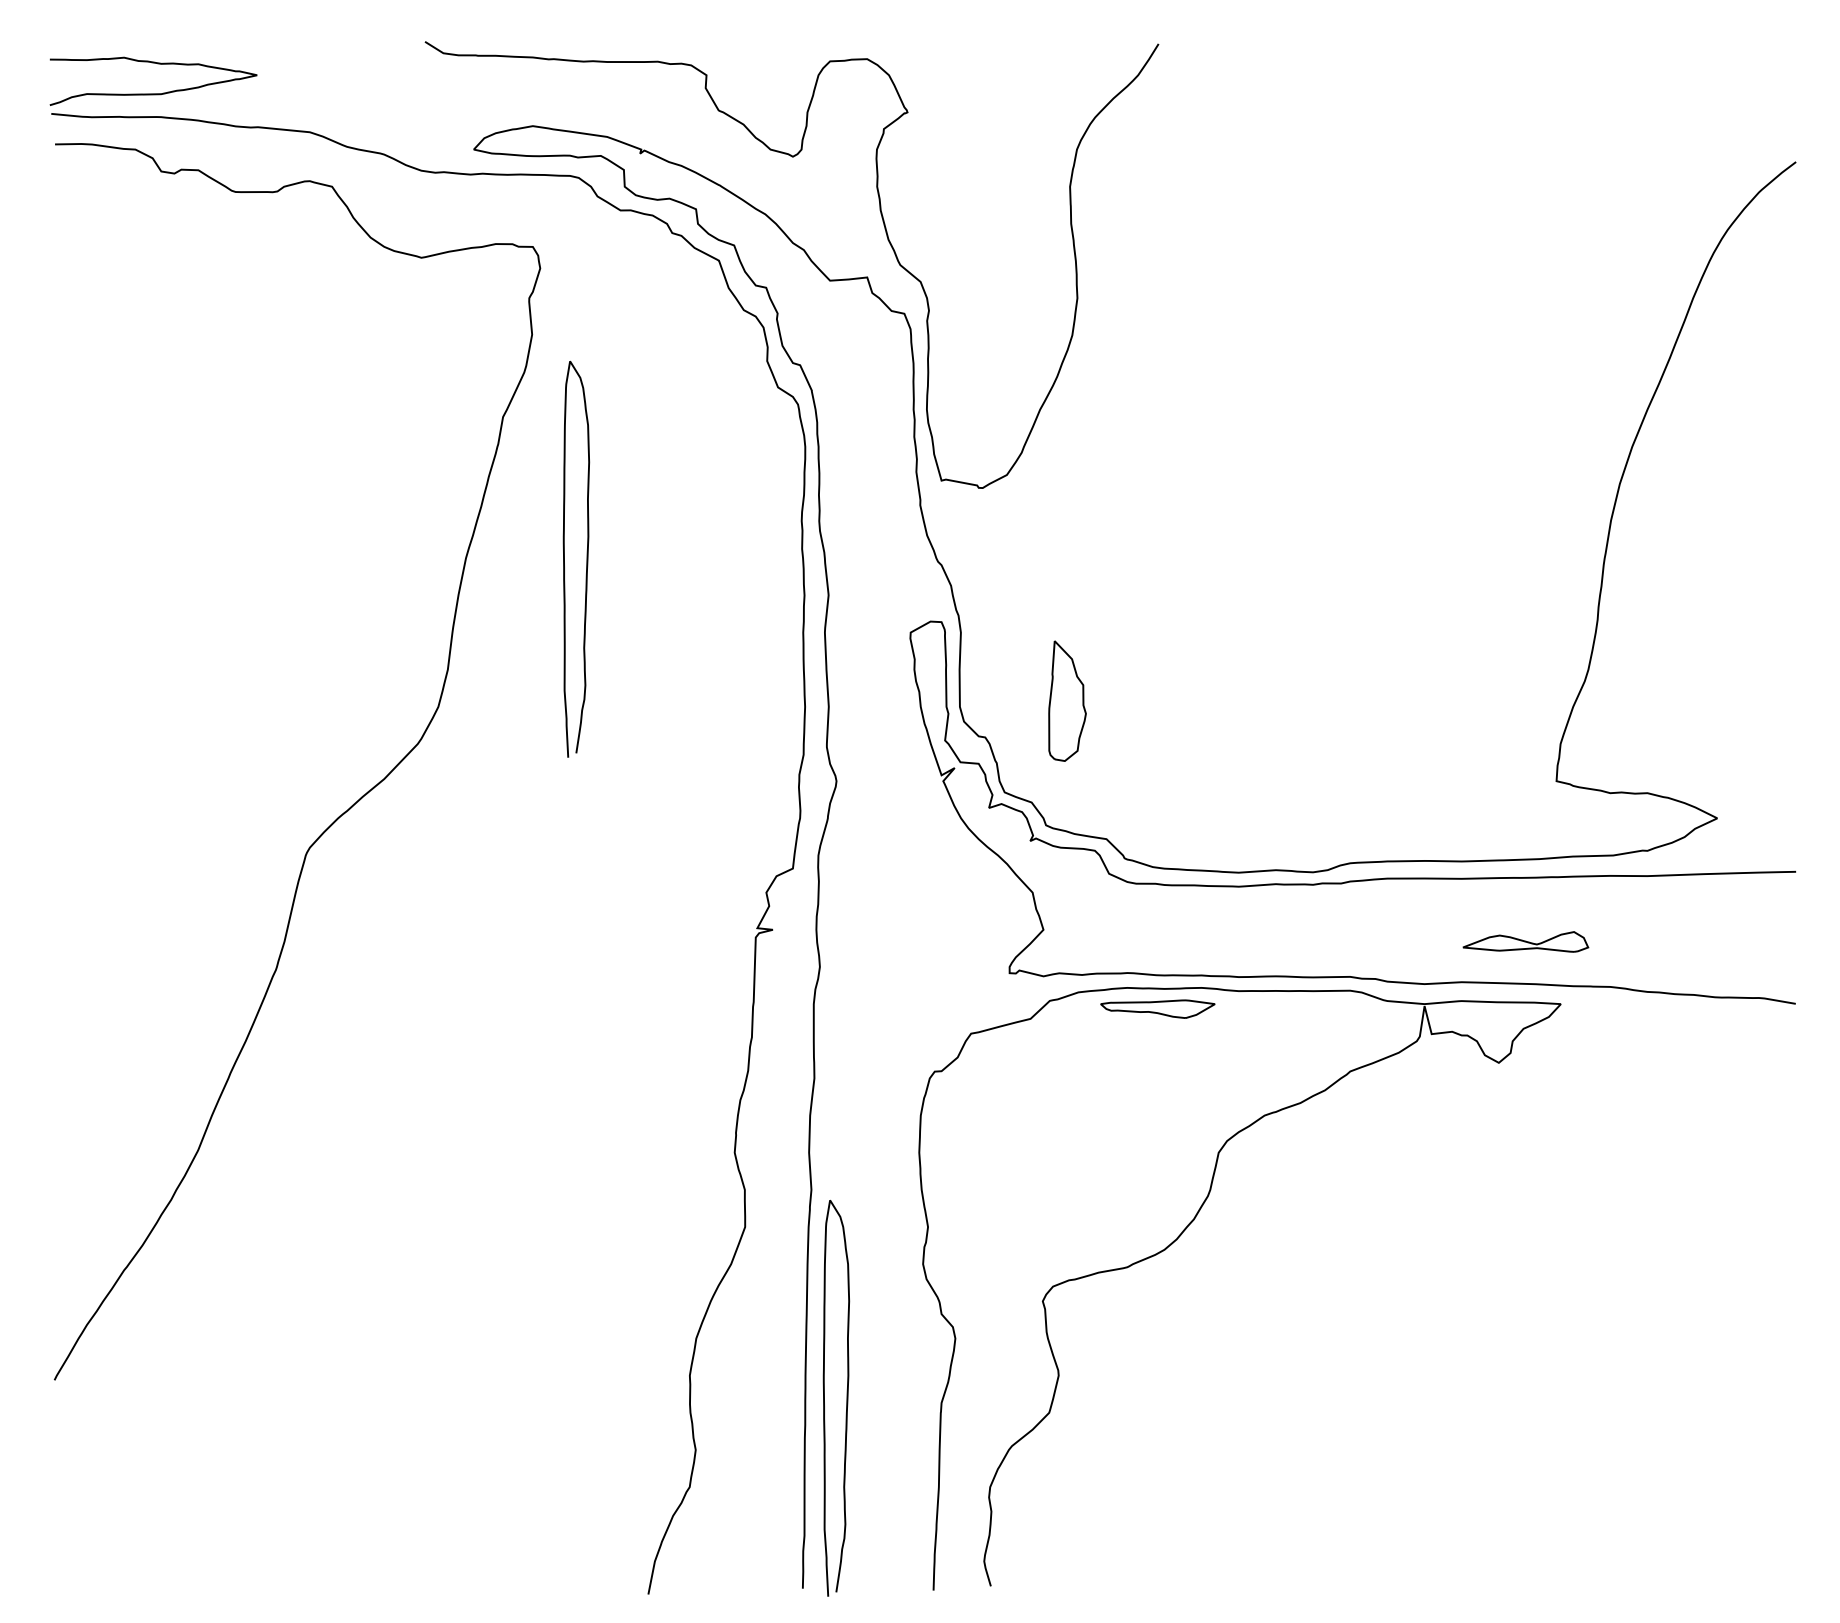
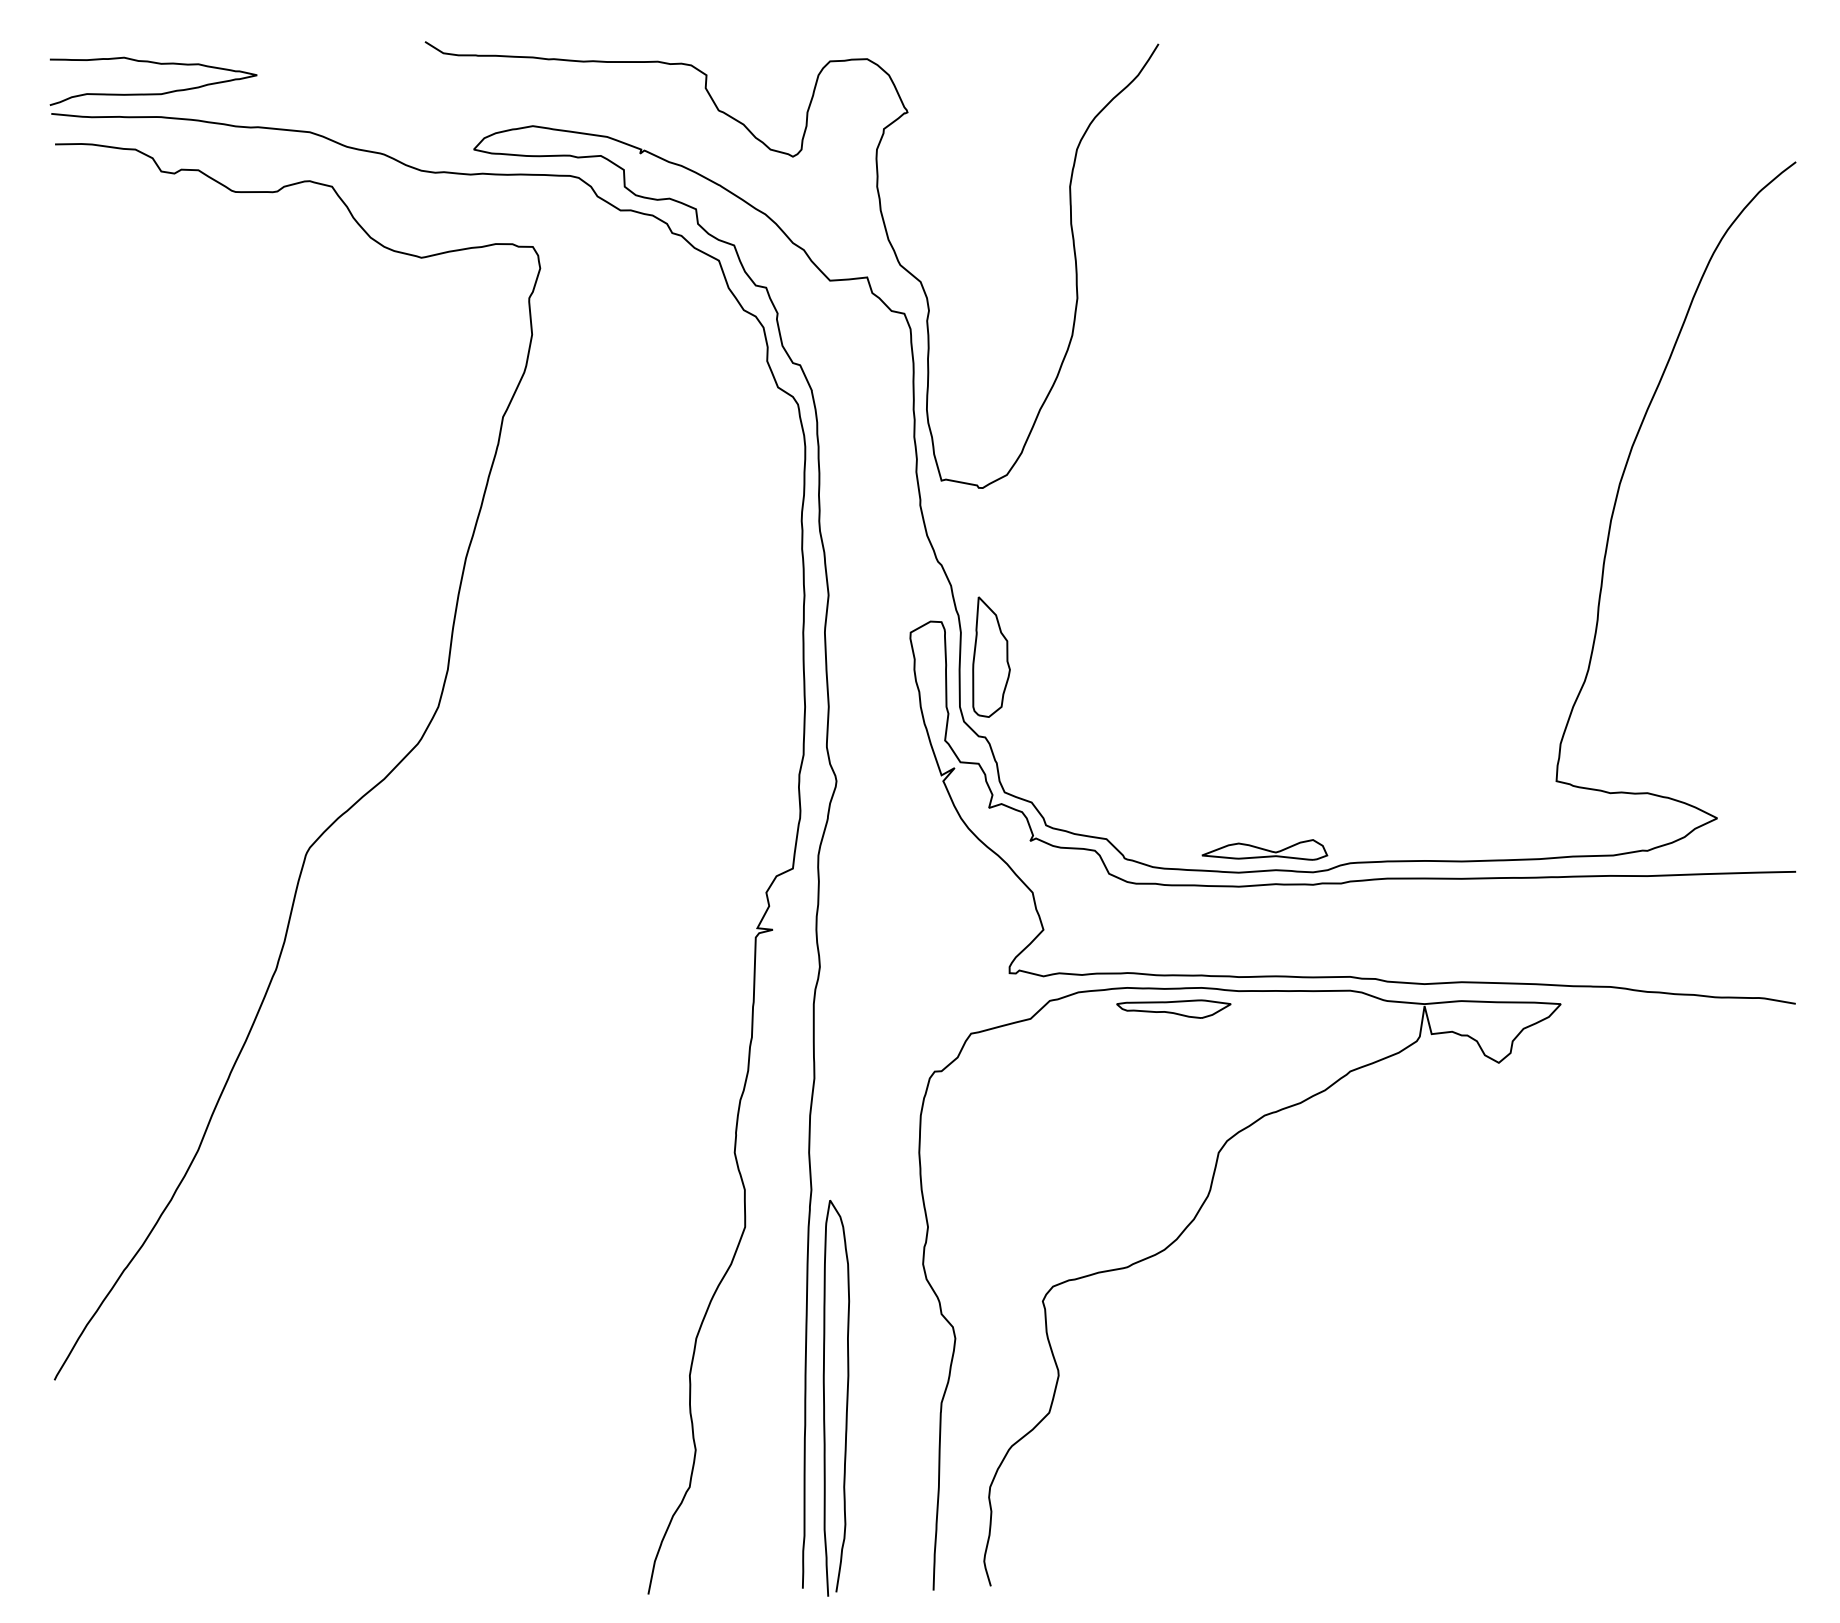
curve at (586, 559): present -> none
part at (1067, 700) position: (1067, 700) -> (991, 656)
part at (1525, 941) position: (1525, 941) -> (1264, 849)
part at (1157, 1008) position: (1157, 1008) -> (1173, 1008)
